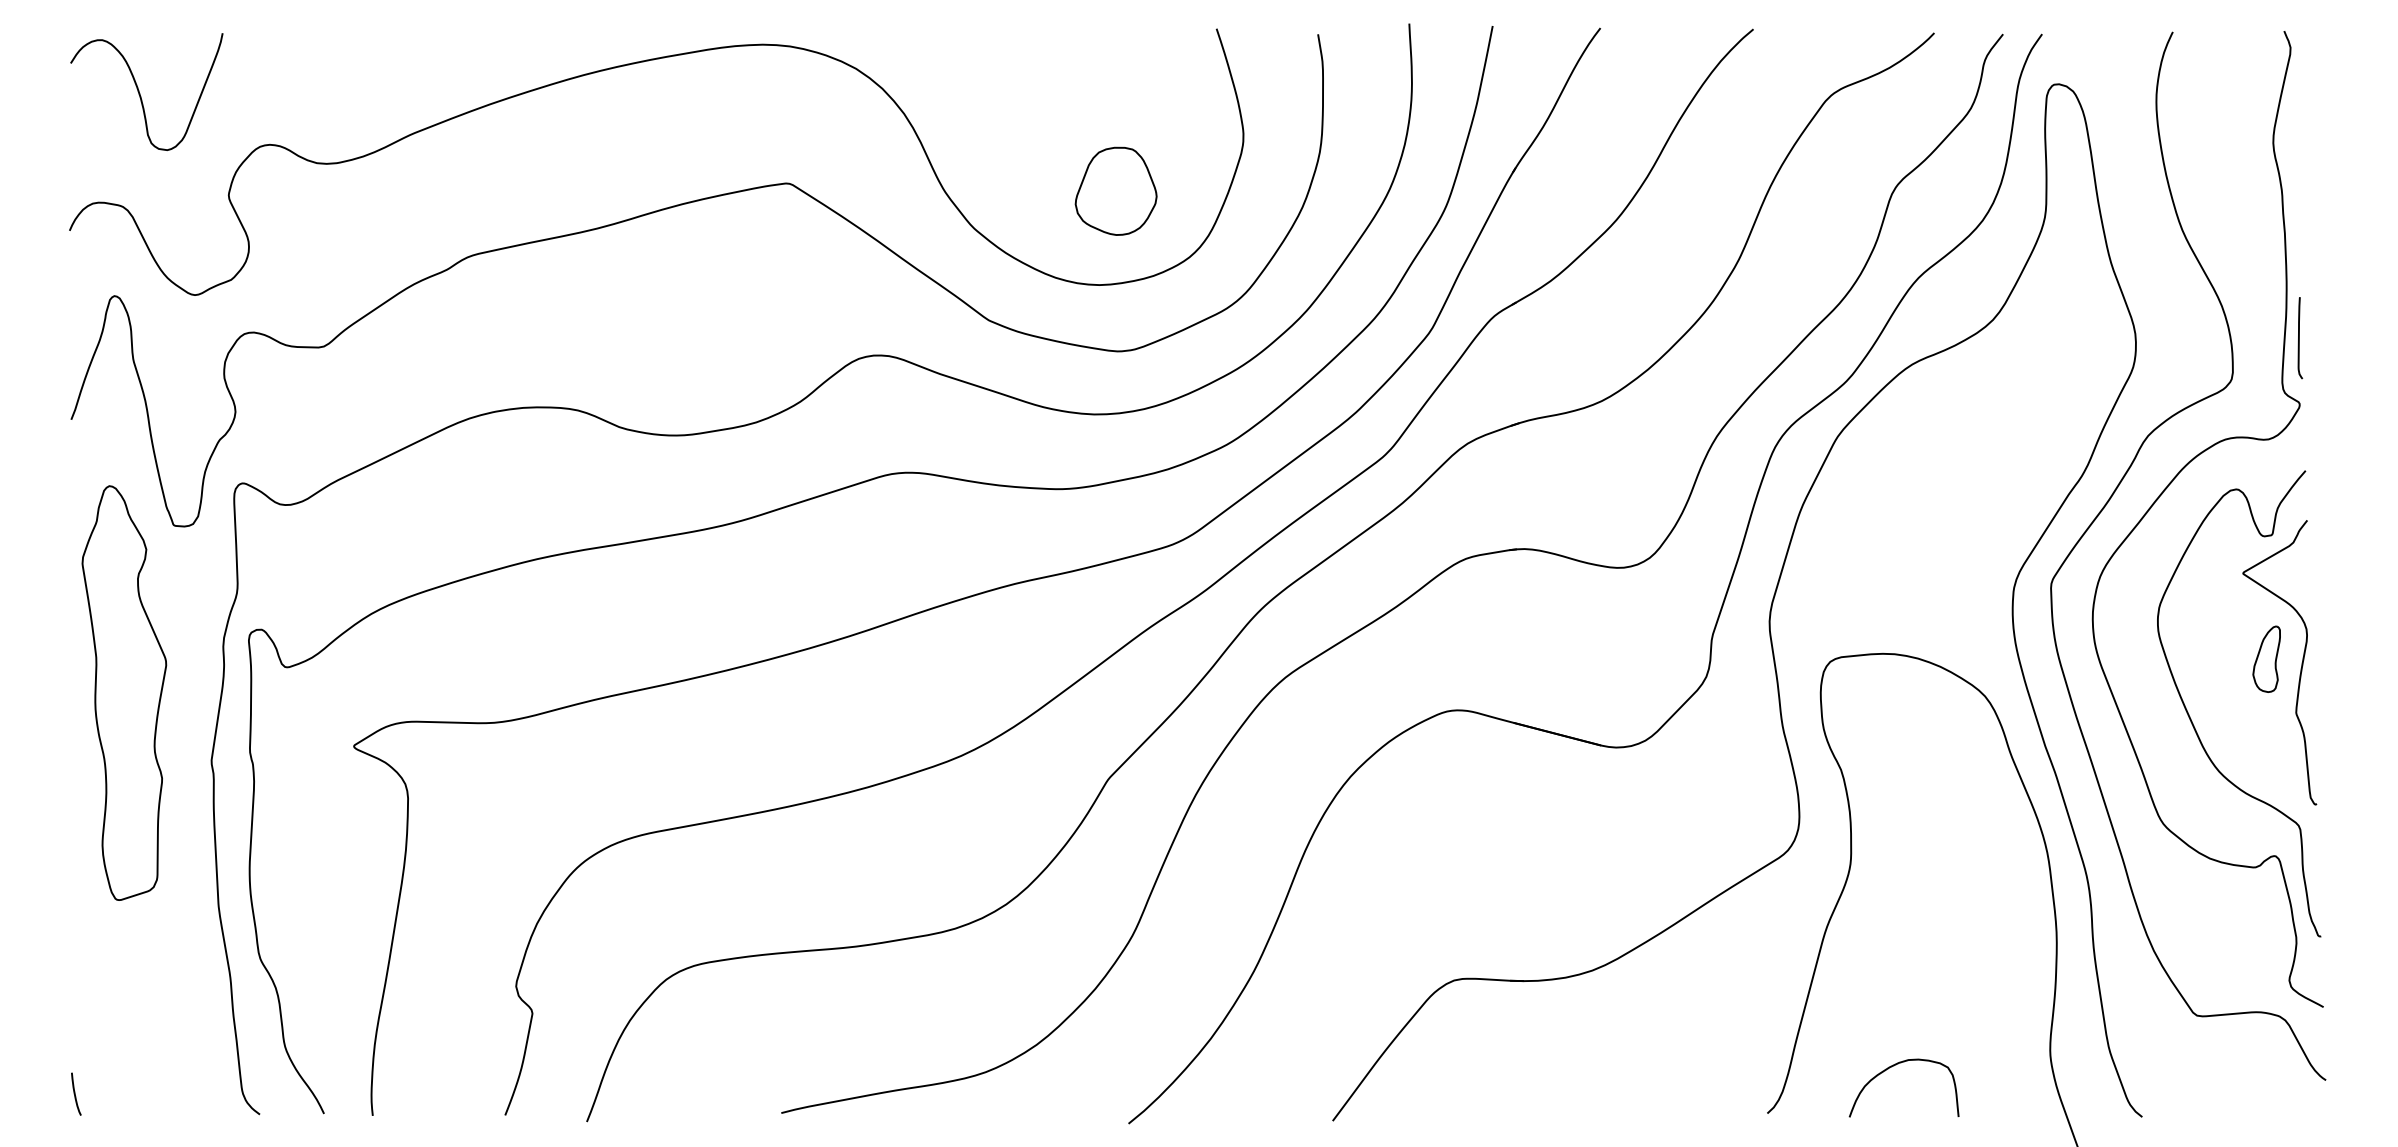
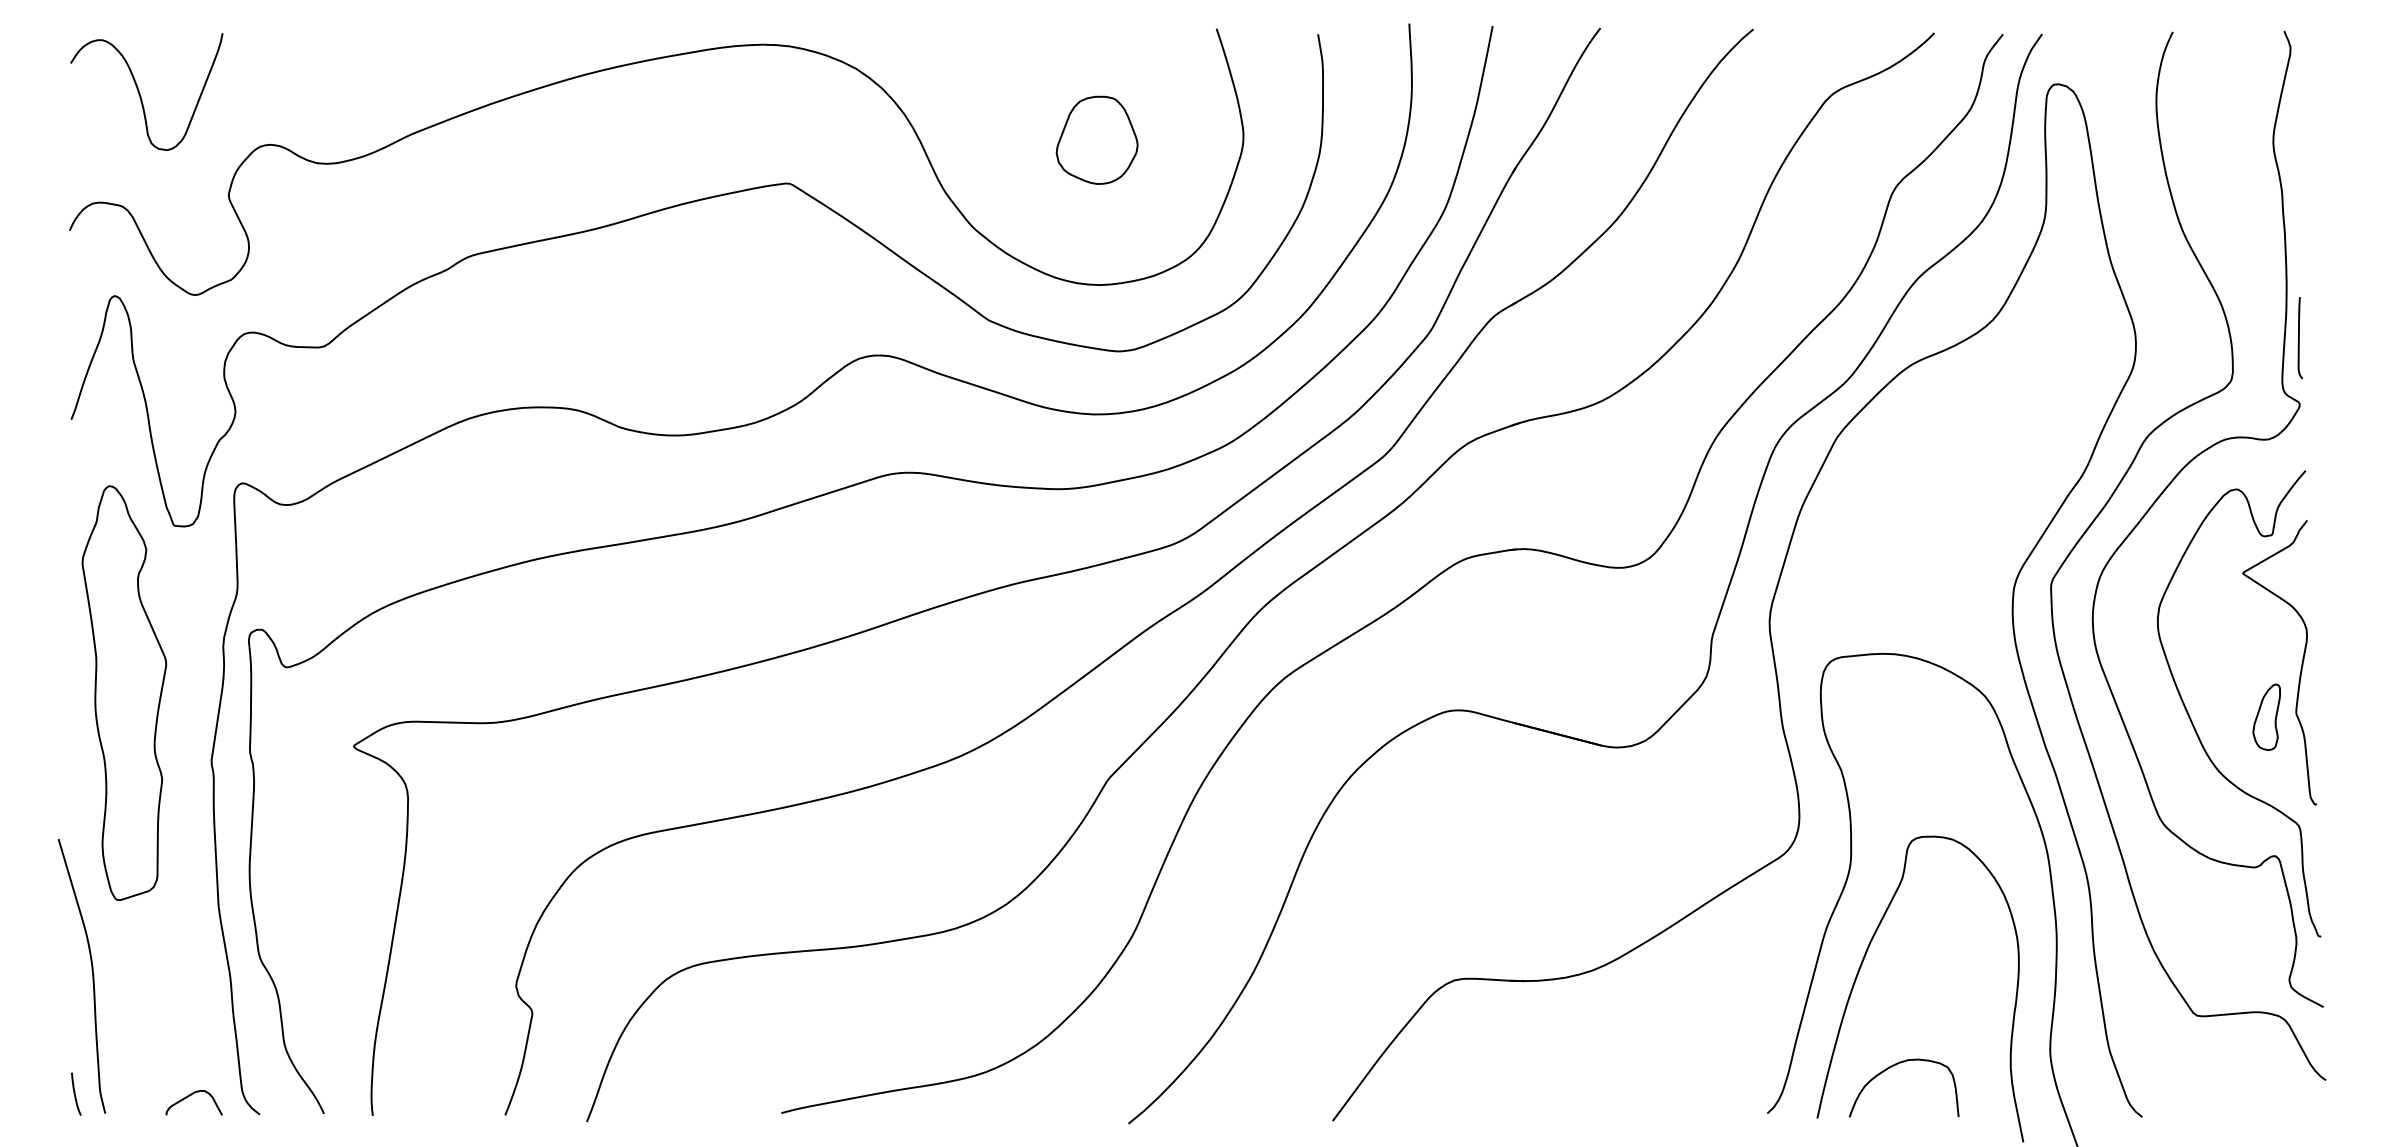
part at (1115, 190) position: (1115, 190) -> (1096, 139)
part at (2266, 658) position: (2266, 658) -> (2266, 716)
curve at (1861, 967): none -> present
curve at (92, 976): none -> present
curve at (188, 1097): none -> present
